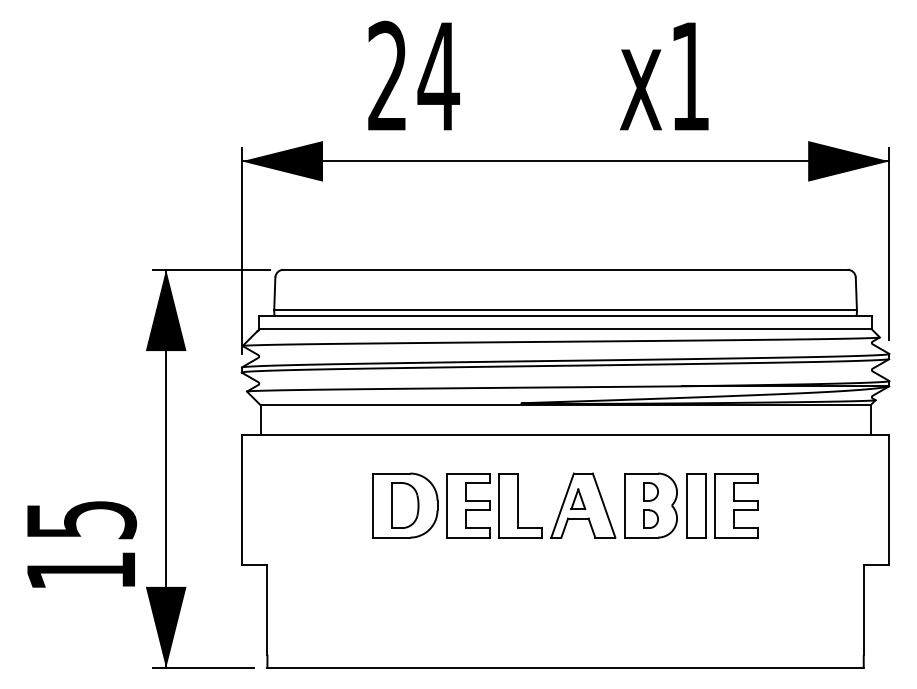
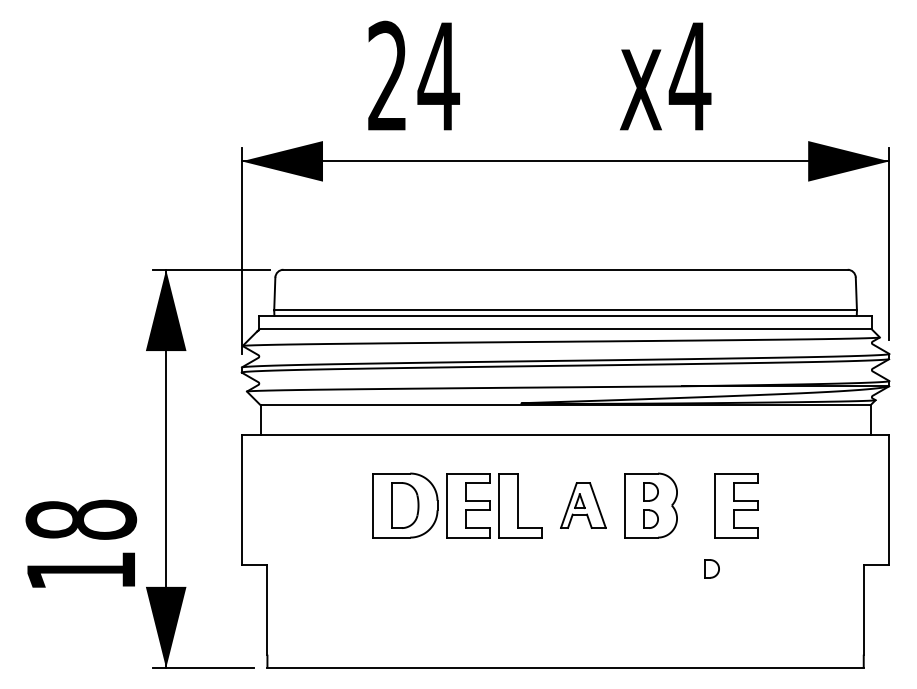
text at (689, 76): x1 -> x4
part at (583, 505) size: 67x67 px -> 47x47 px
part at (696, 505): present -> none
text at (81, 519): 15 -> 18
part at (711, 568): none -> present
